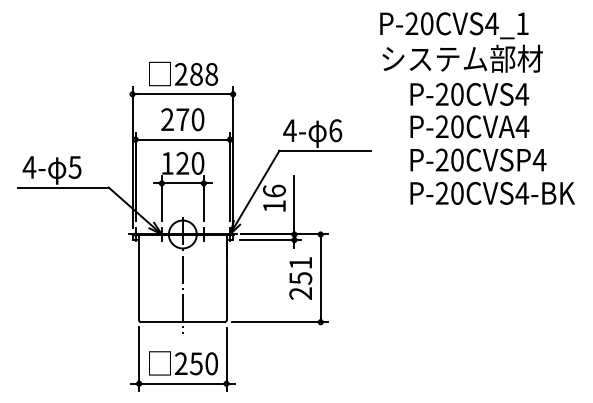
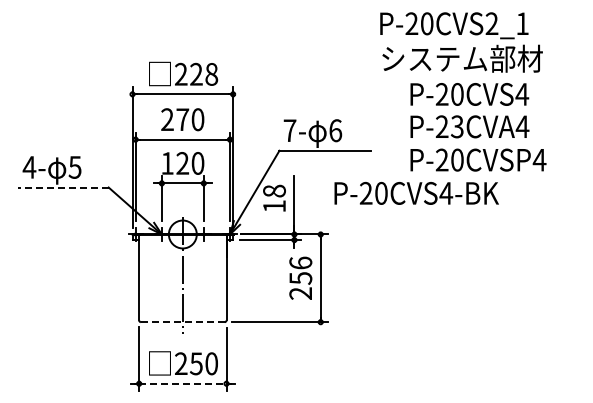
text at (491, 23): P-20CVS4_1 -> P-20CVS2_1
text at (196, 73): 288 -> 228
text at (456, 126): P-20CVA4 -> P-23CVA4
text at (289, 130): 4- -> 7-
line at (62, 187): solid -> dashed
text at (274, 190): 16 -> 18
text at (492, 193) position: (492, 193) -> (416, 193)
text at (300, 262): 251 -> 256
line at (182, 322): solid -> dashed
line at (182, 383): solid -> dashed
